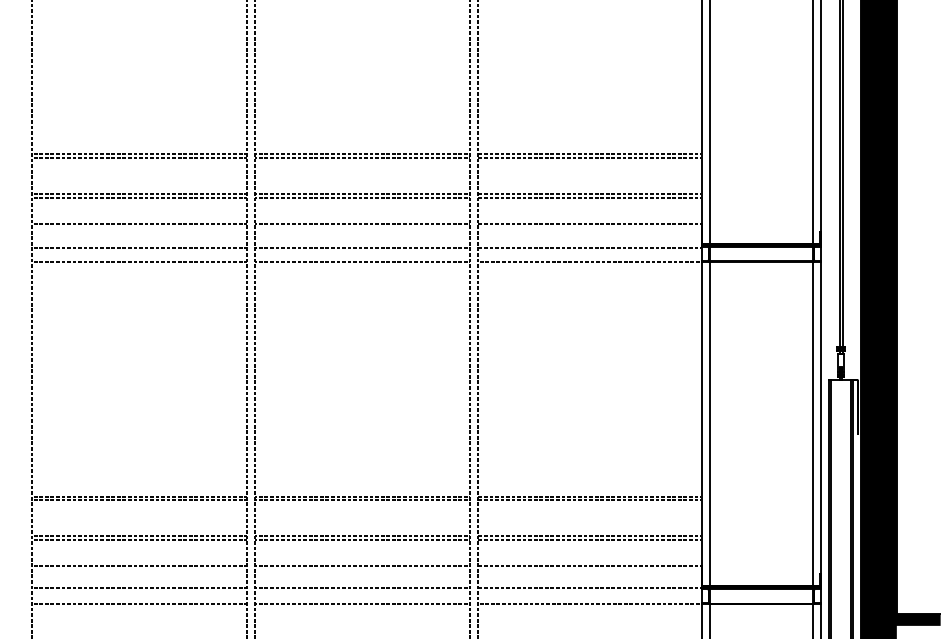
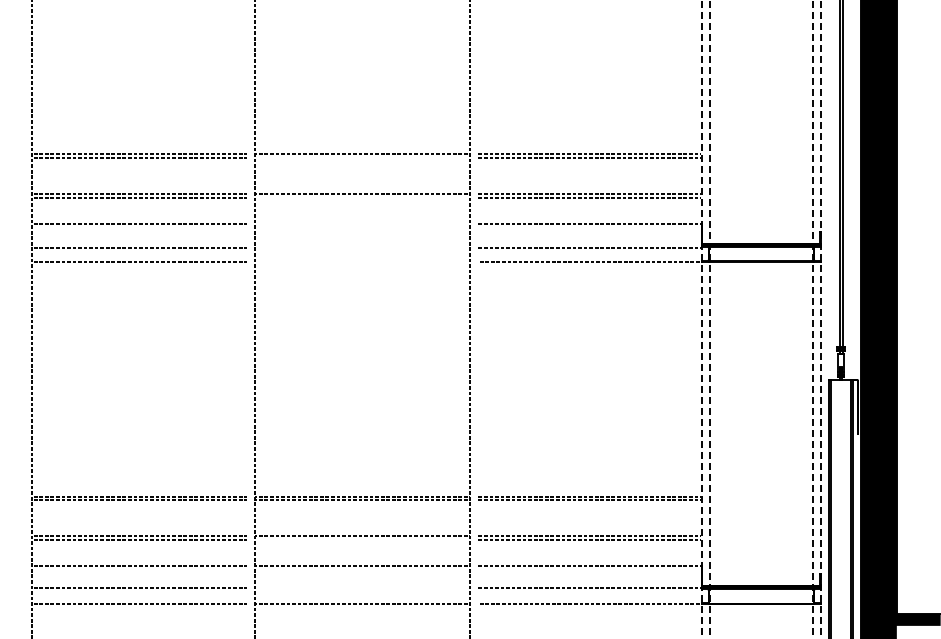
line at (362, 157): present -> none
line at (362, 197): present -> none
line at (362, 223): present -> none
line at (362, 247): present -> none
line at (362, 261): present -> none
line at (247, 318): present -> none
line at (478, 318): present -> none
line at (701, 319): solid -> dashed
line at (709, 319): solid -> dashed
line at (813, 319): solid -> dashed
line at (821, 319): solid -> dashed
line at (362, 540): present -> none
line at (362, 588): present -> none
